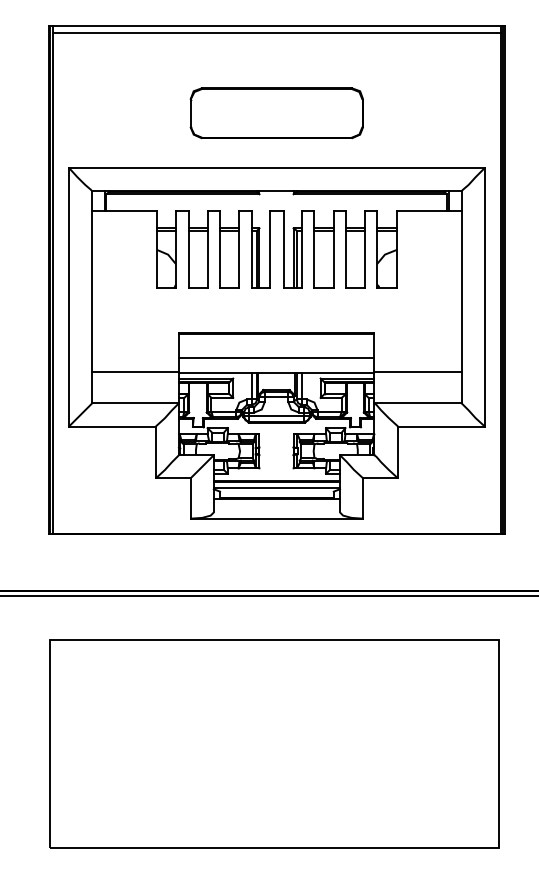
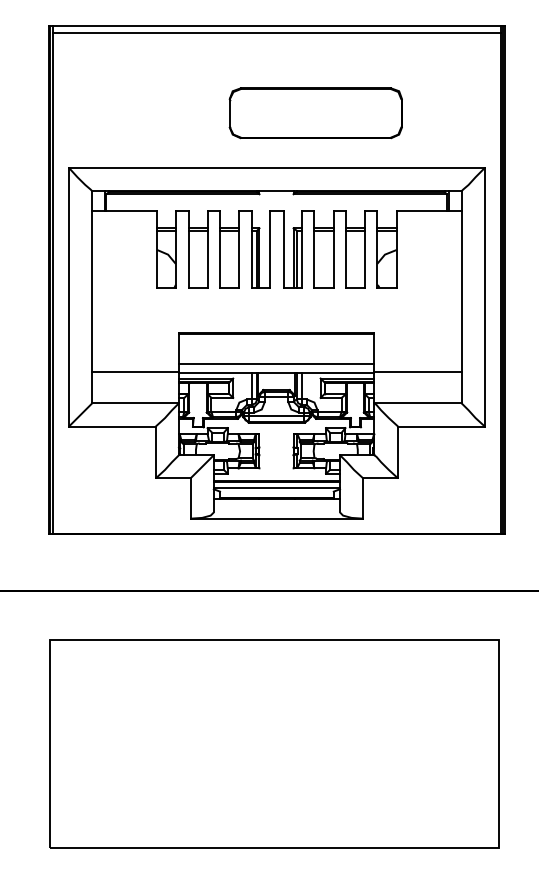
part at (276, 113) position: (276, 113) -> (315, 113)
line at (276, 357) position: (276, 357) -> (276, 363)
line at (268, 596): present -> none
